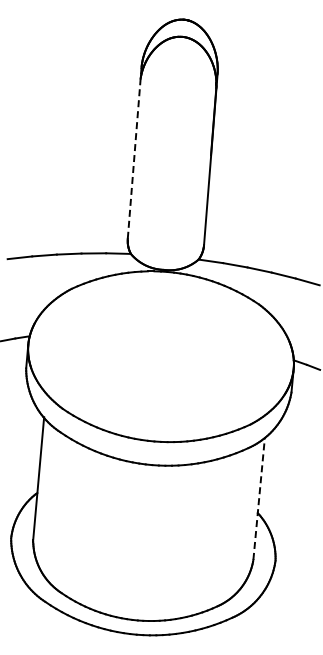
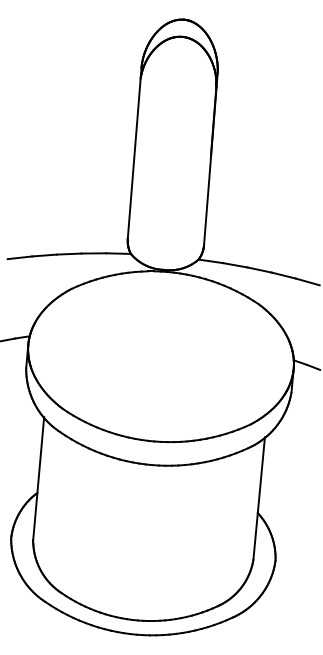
line at (134, 153): dashed -> solid
line at (259, 498): dashed -> solid
